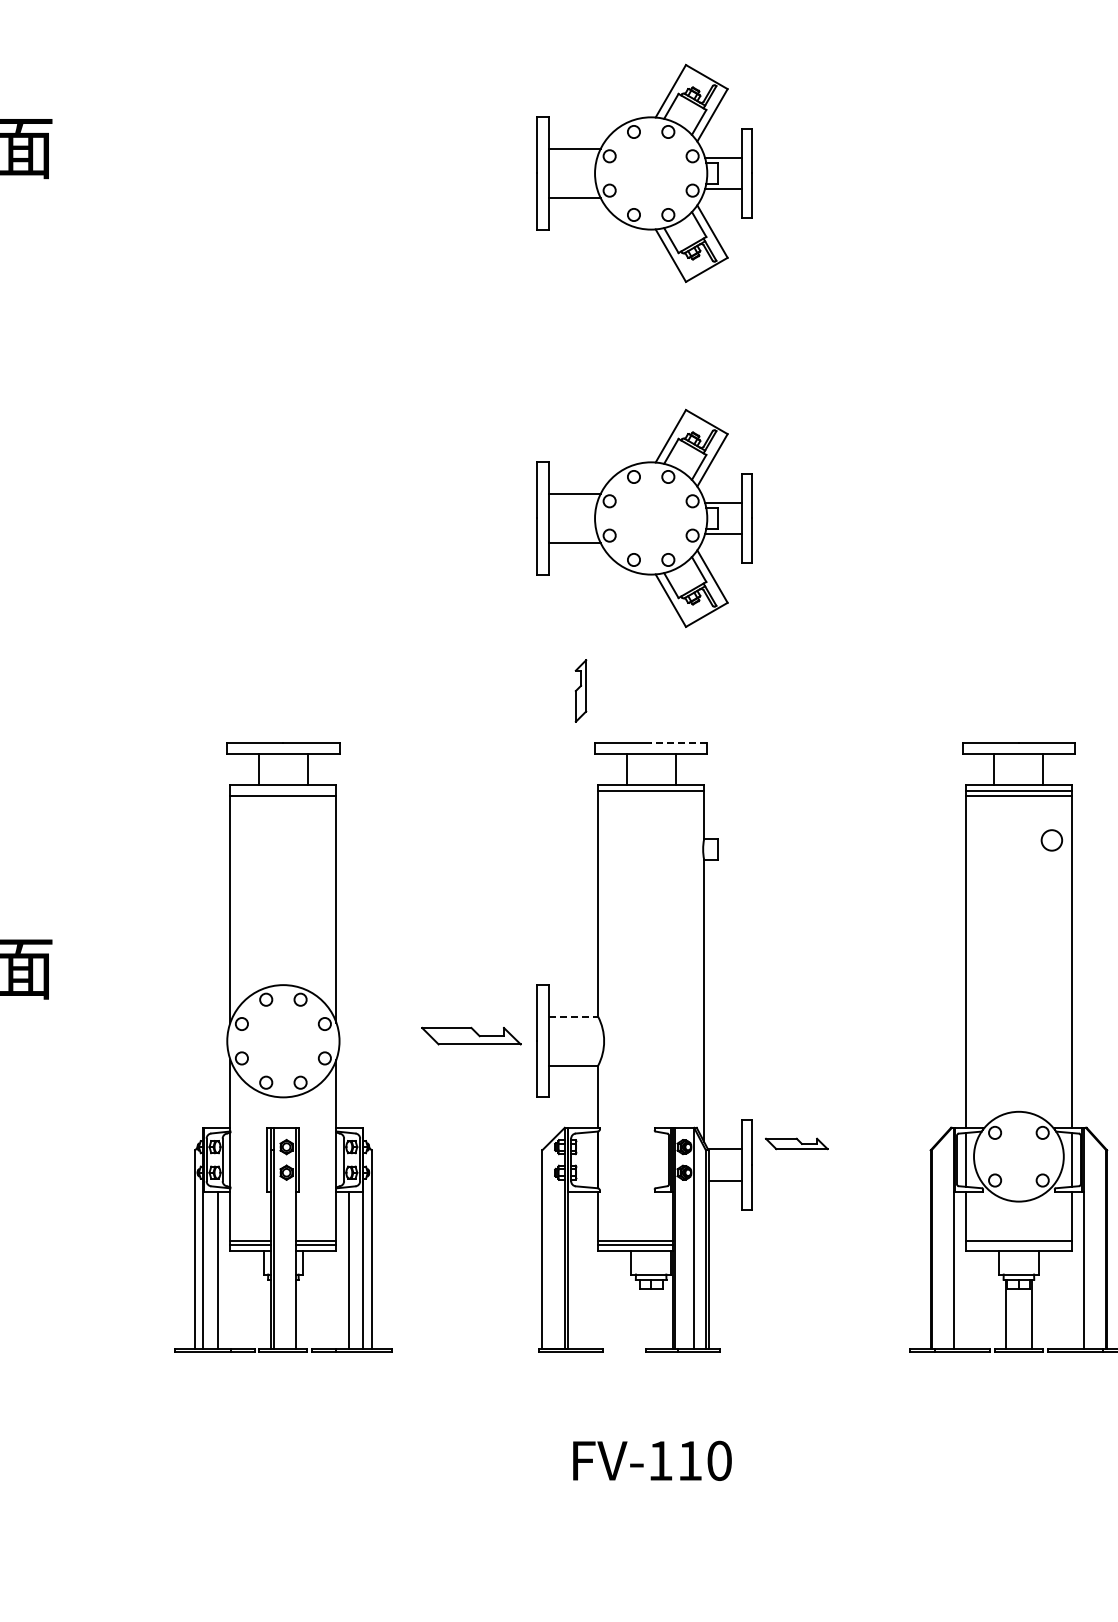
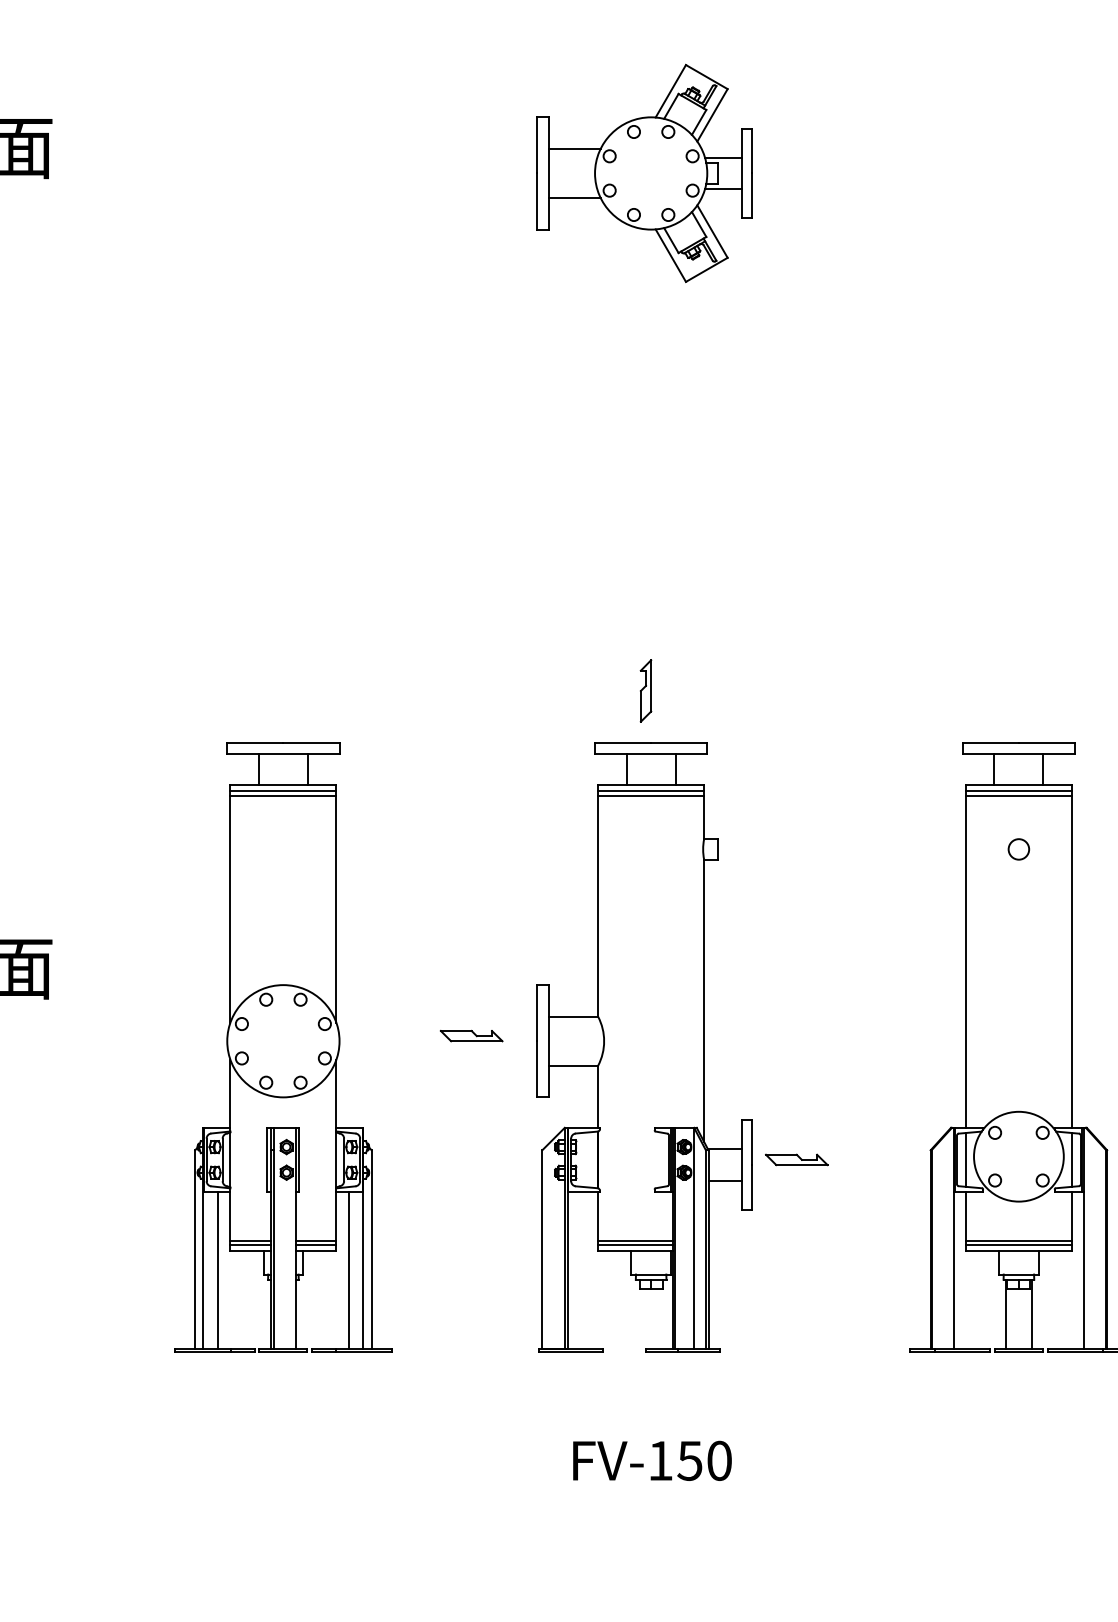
part at (644, 517): present -> none
part at (580, 690) position: (580, 690) -> (645, 690)
line at (678, 742): dashed -> solid
line at (283, 790): none -> present
line at (651, 795): none -> present
circle at (1051, 840) position: (1051, 840) -> (1018, 849)
line at (573, 1016): dashed -> solid
part at (471, 1035) size: 101x20 px -> 64x14 px
part at (796, 1143) position: (796, 1143) -> (796, 1159)
line at (1018, 1245): none -> present
text at (689, 1460): FV-110 -> FV-150
